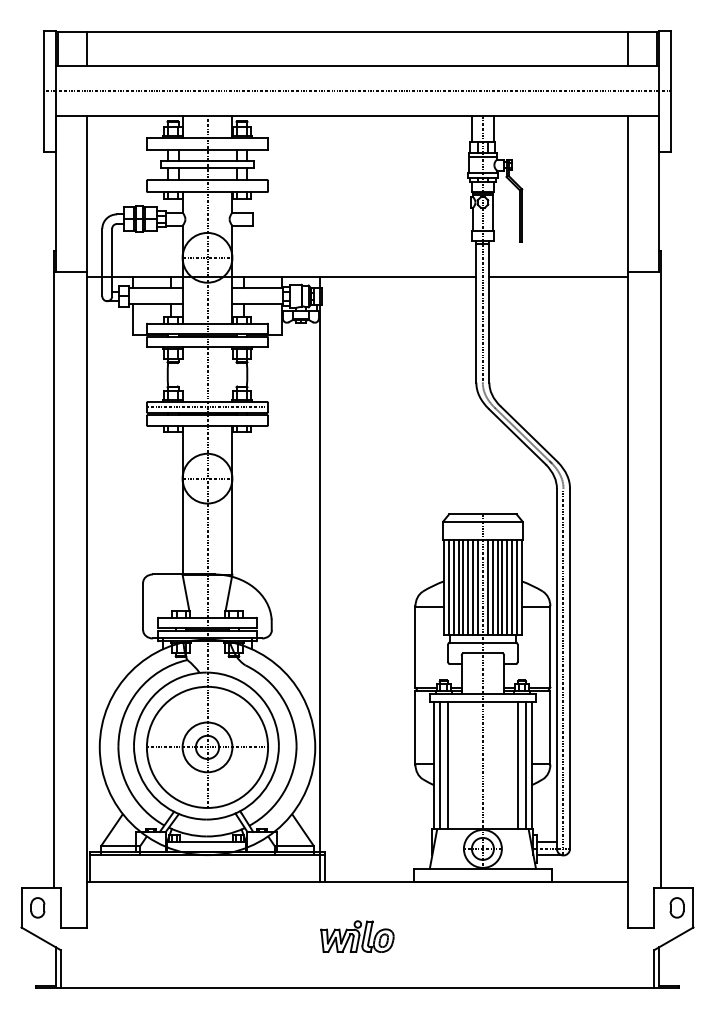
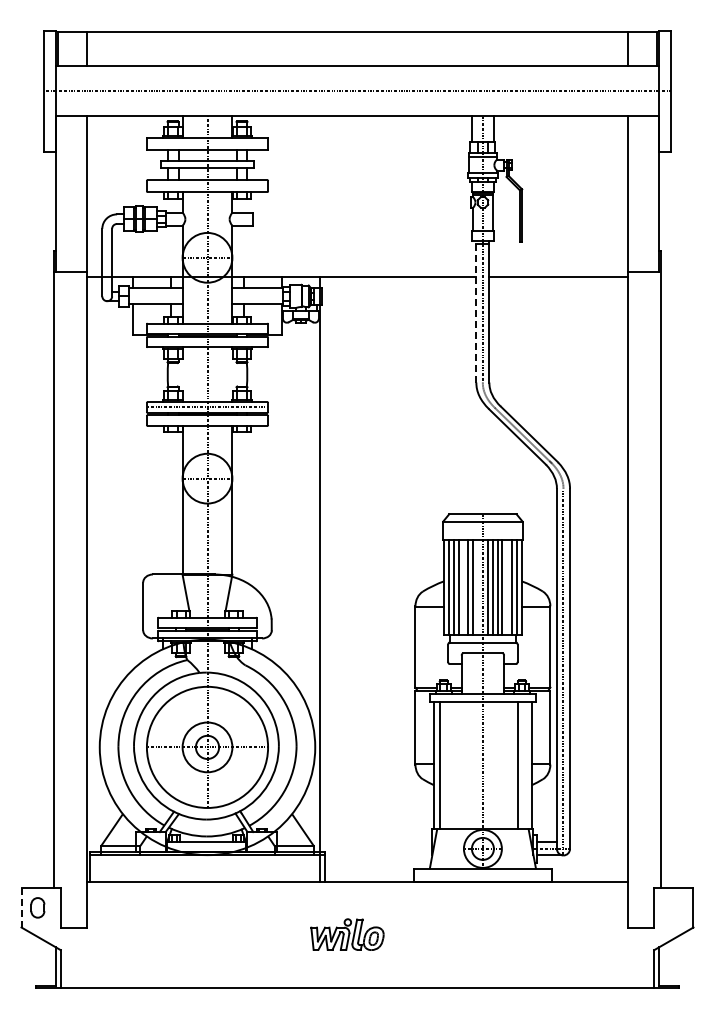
line at (476, 311): solid -> dashed
line at (463, 586): present -> none
line at (478, 586): present -> none
line at (507, 586): present -> none
line at (447, 765): present -> none
line at (526, 765): present -> none
line at (21, 907): solid -> dashed
part at (676, 907): present -> none
part at (357, 936) position: (357, 936) -> (347, 934)
